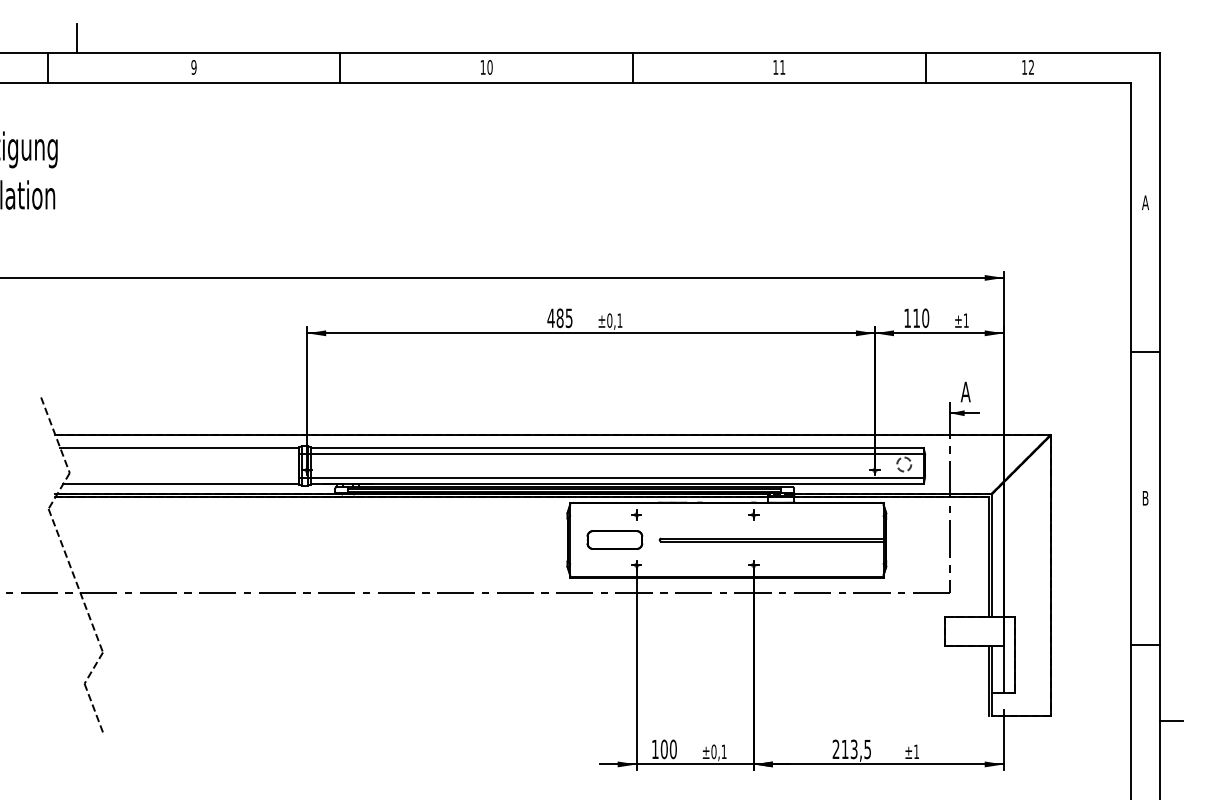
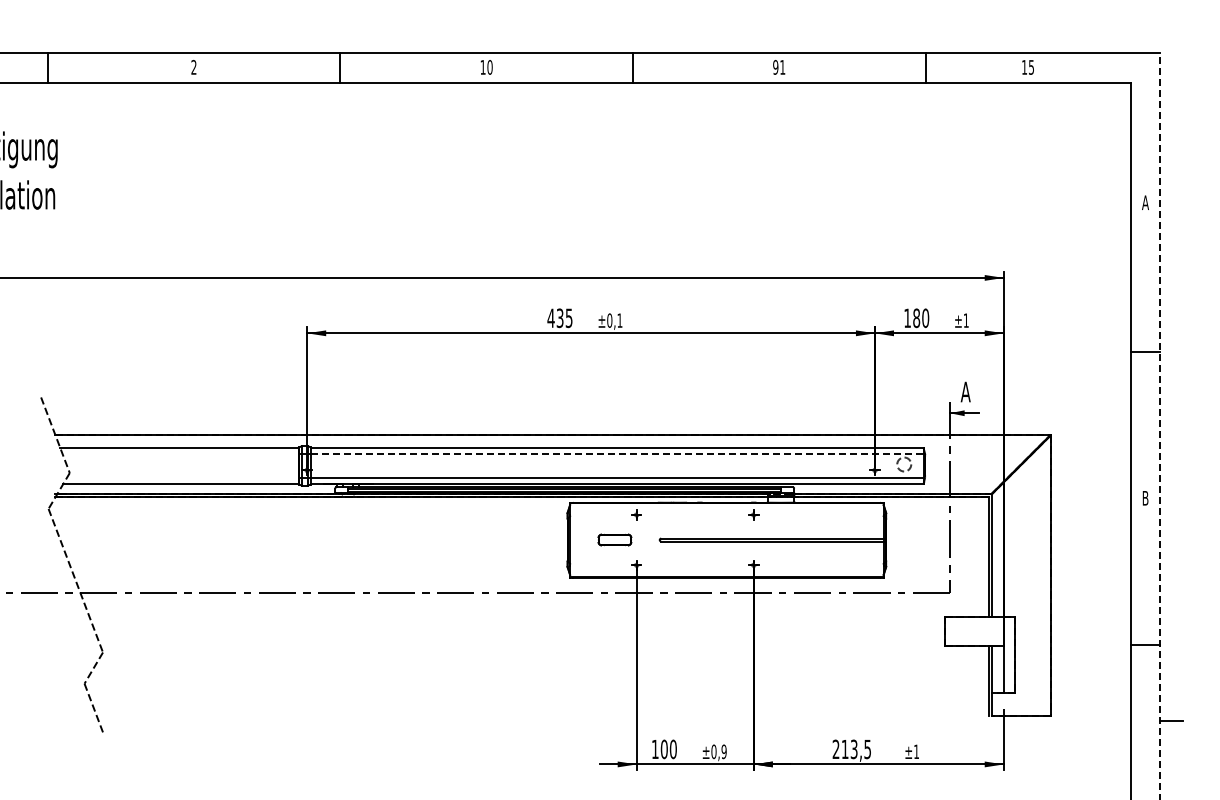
line at (77, 38): present -> none
text at (193, 67): 9 -> 2
text at (775, 67): 11 -> 91
text at (1031, 67): 12 -> 15
text at (559, 317): 485 -> 435
text at (916, 318): 110 -> 180
line at (1159, 426): solid -> dashed
line at (617, 453): solid -> dashed
part at (614, 539) size: 58x20 px -> 36x14 px
text at (723, 751): ±0,1 -> ±0,9
